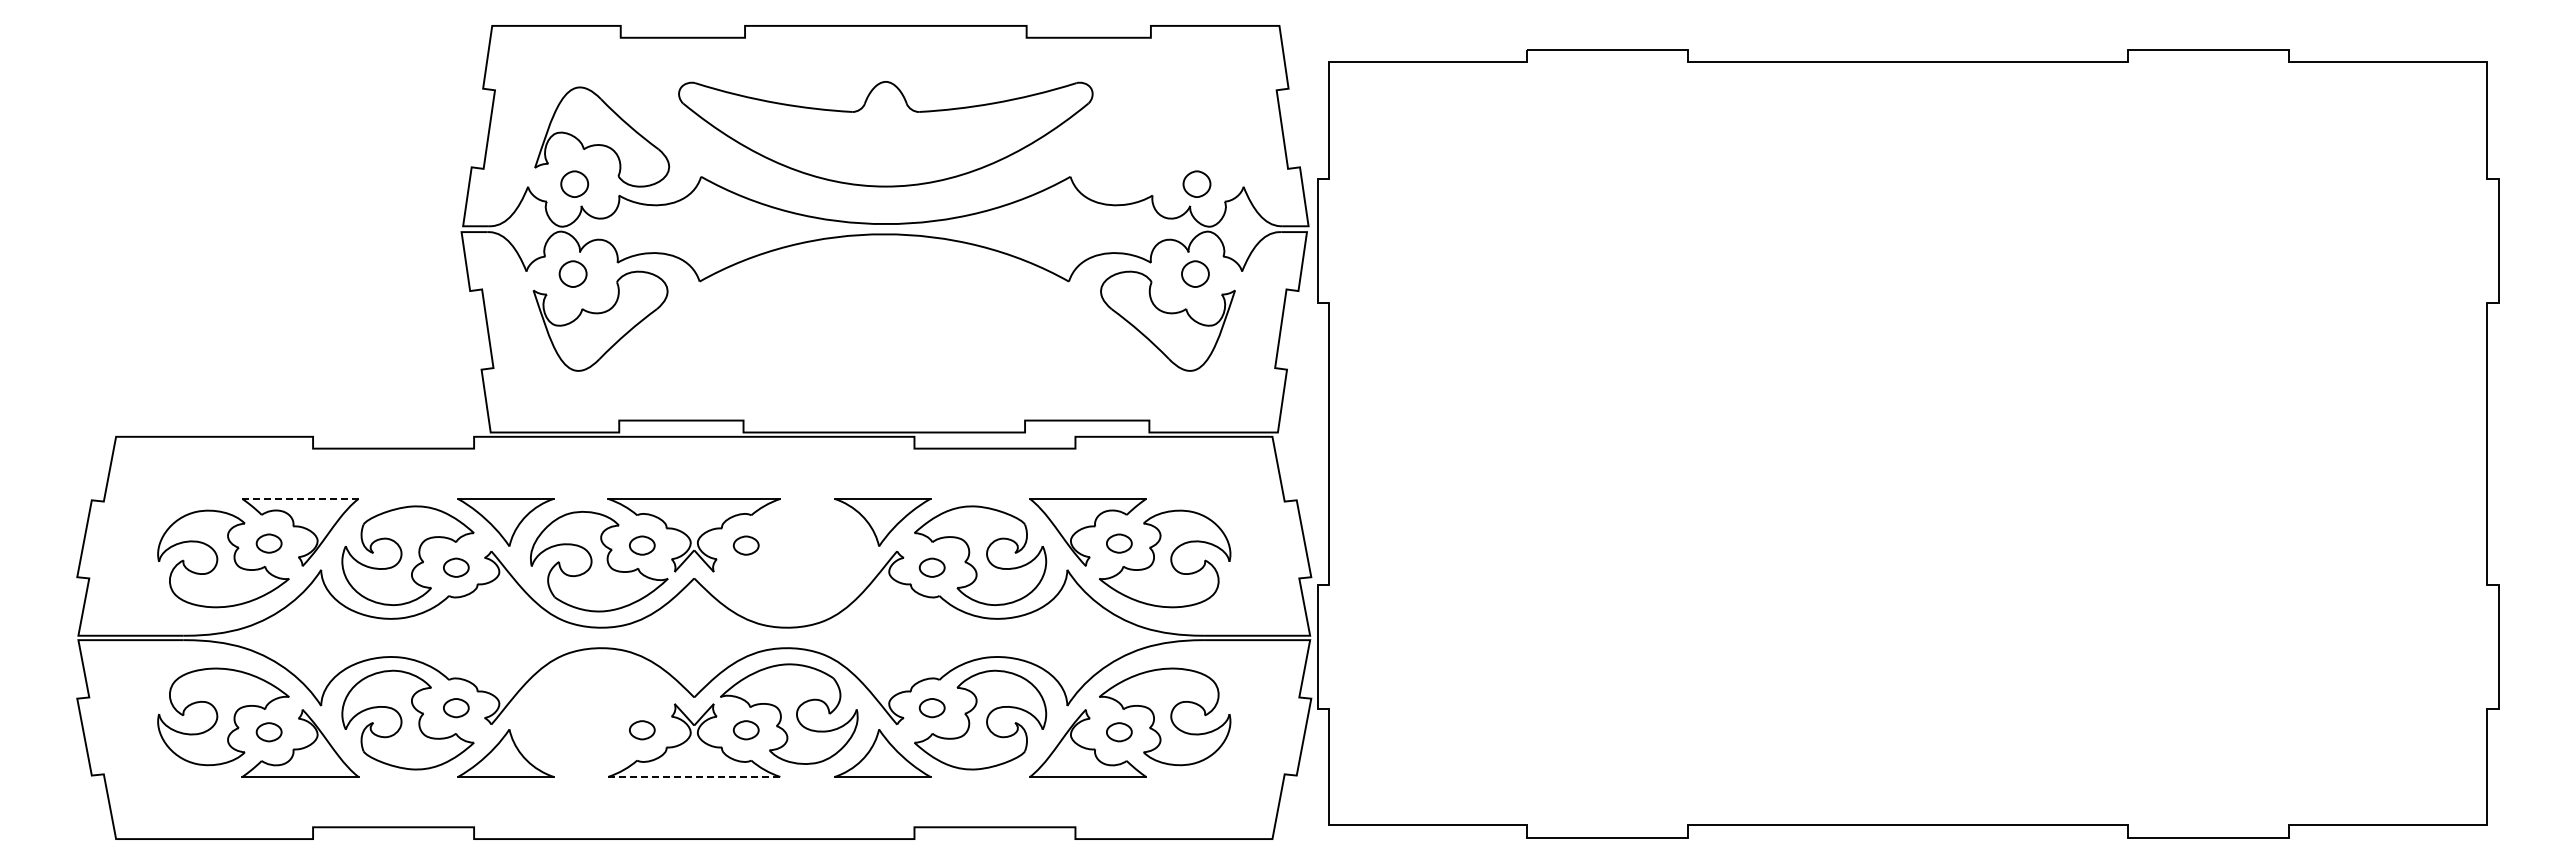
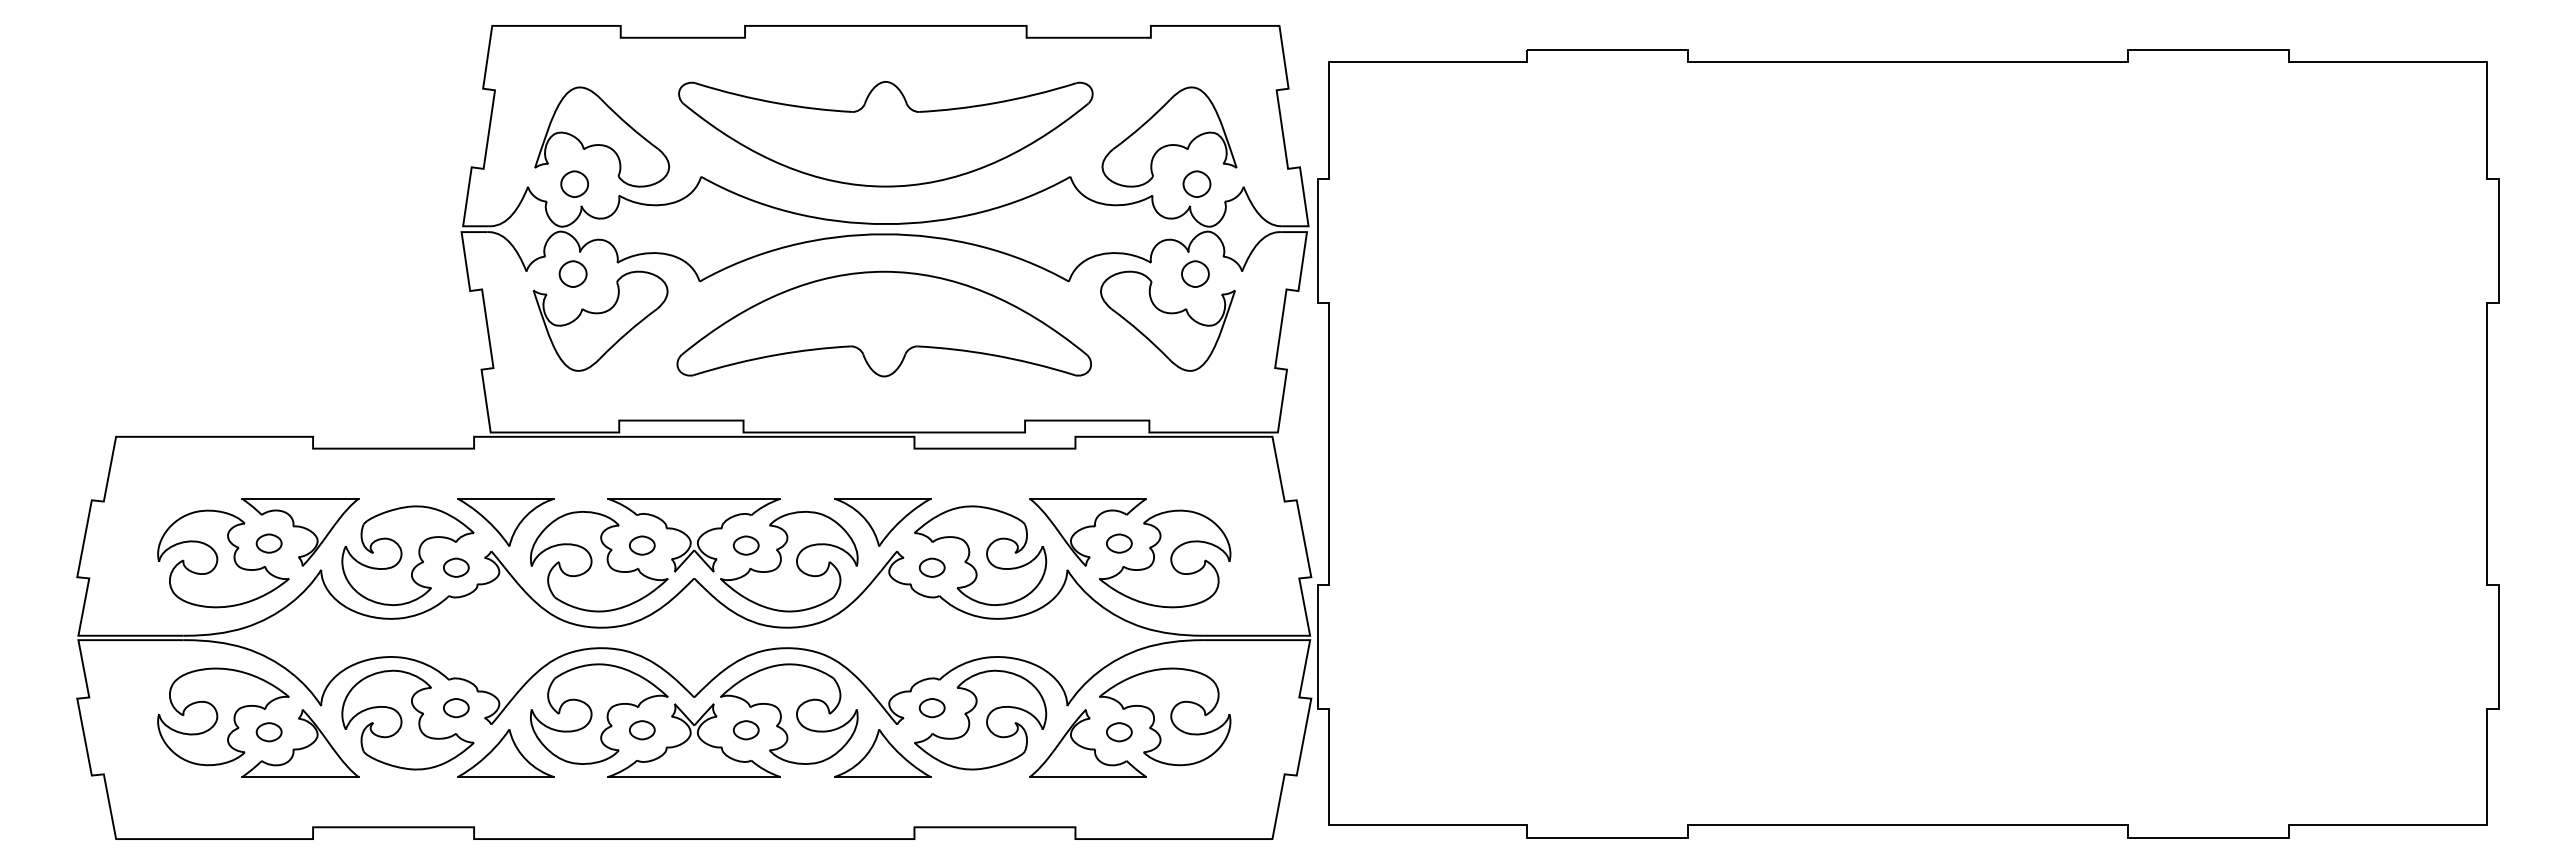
part at (1169, 136): none -> present
part at (883, 323): none -> present
line at (300, 498): dashed -> solid
part at (789, 561): none -> present
part at (599, 713): none -> present
line at (694, 776): dashed -> solid
